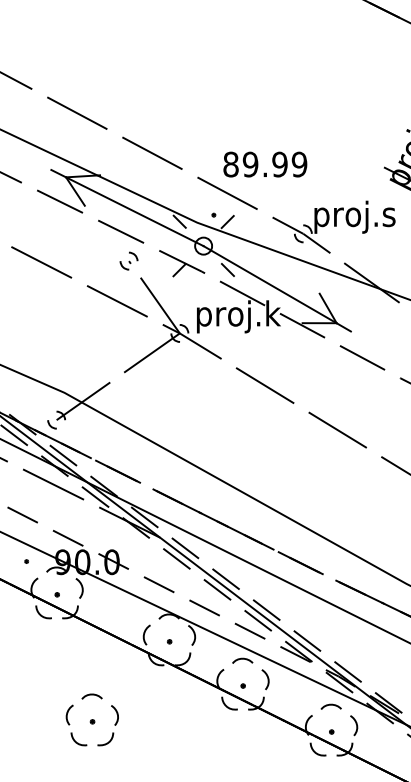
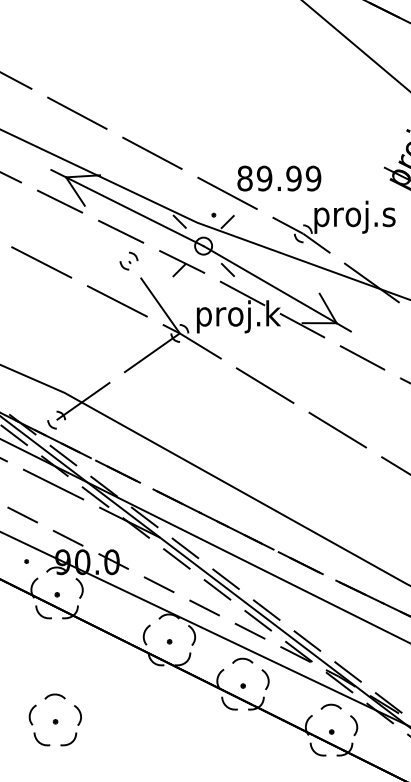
line at (355, 45): none -> present
text at (265, 164) position: (265, 164) -> (279, 178)
part at (91, 719) position: (91, 719) -> (54, 719)
